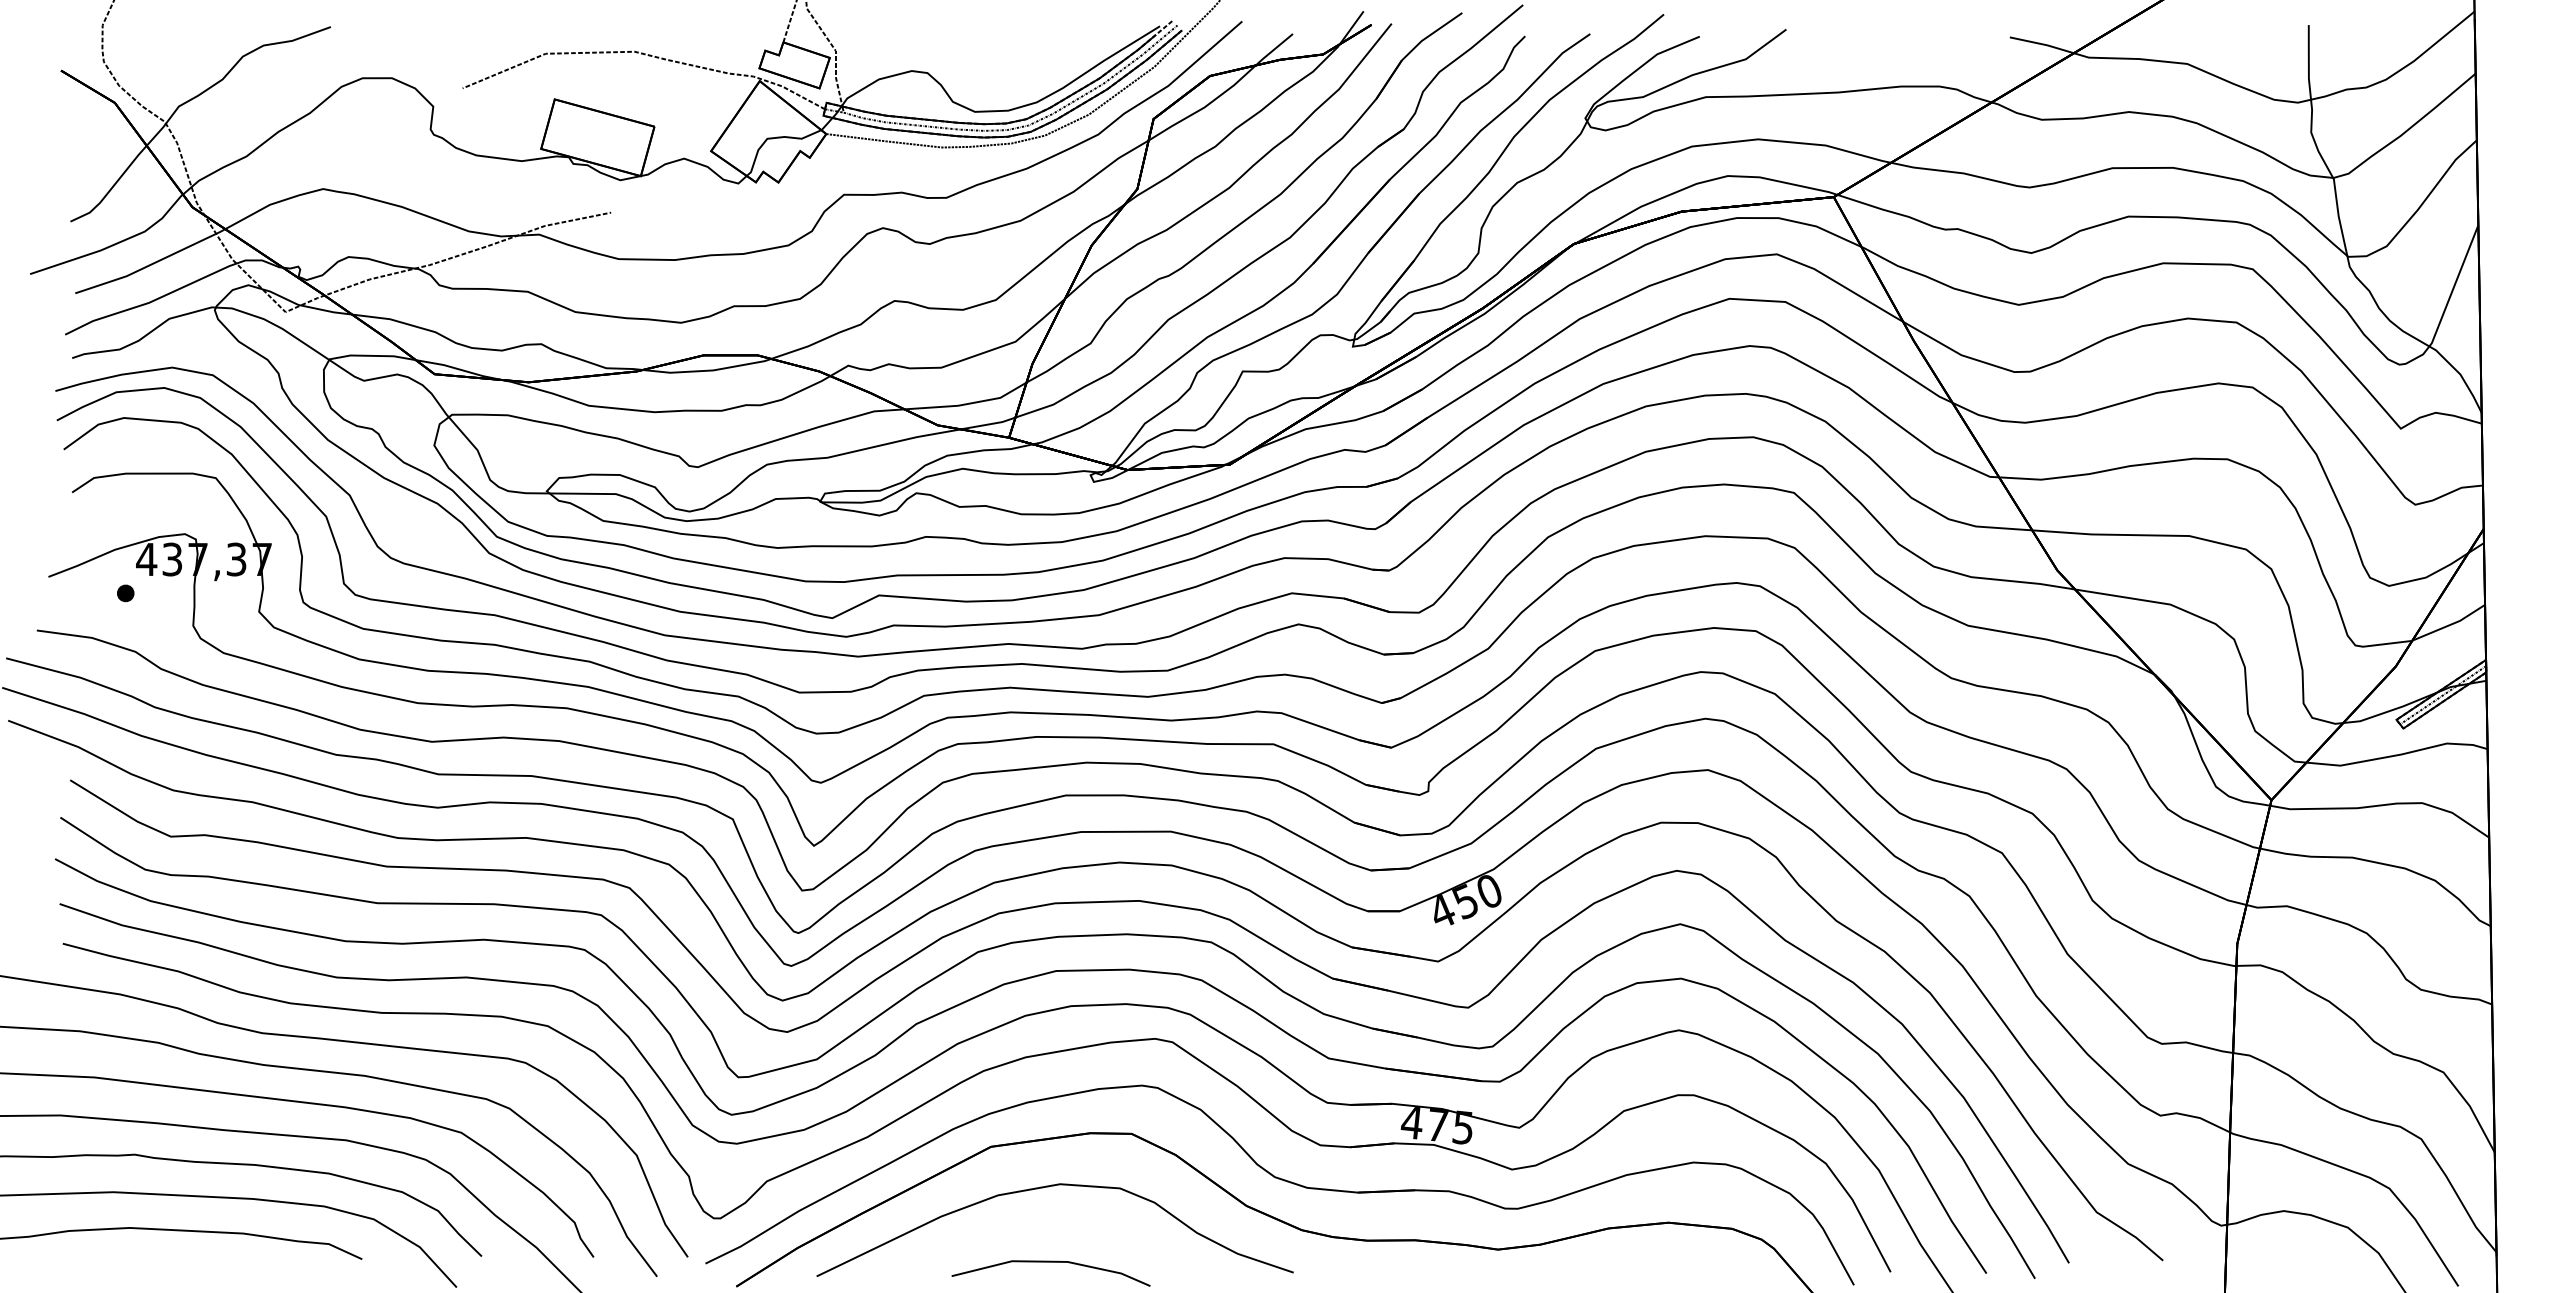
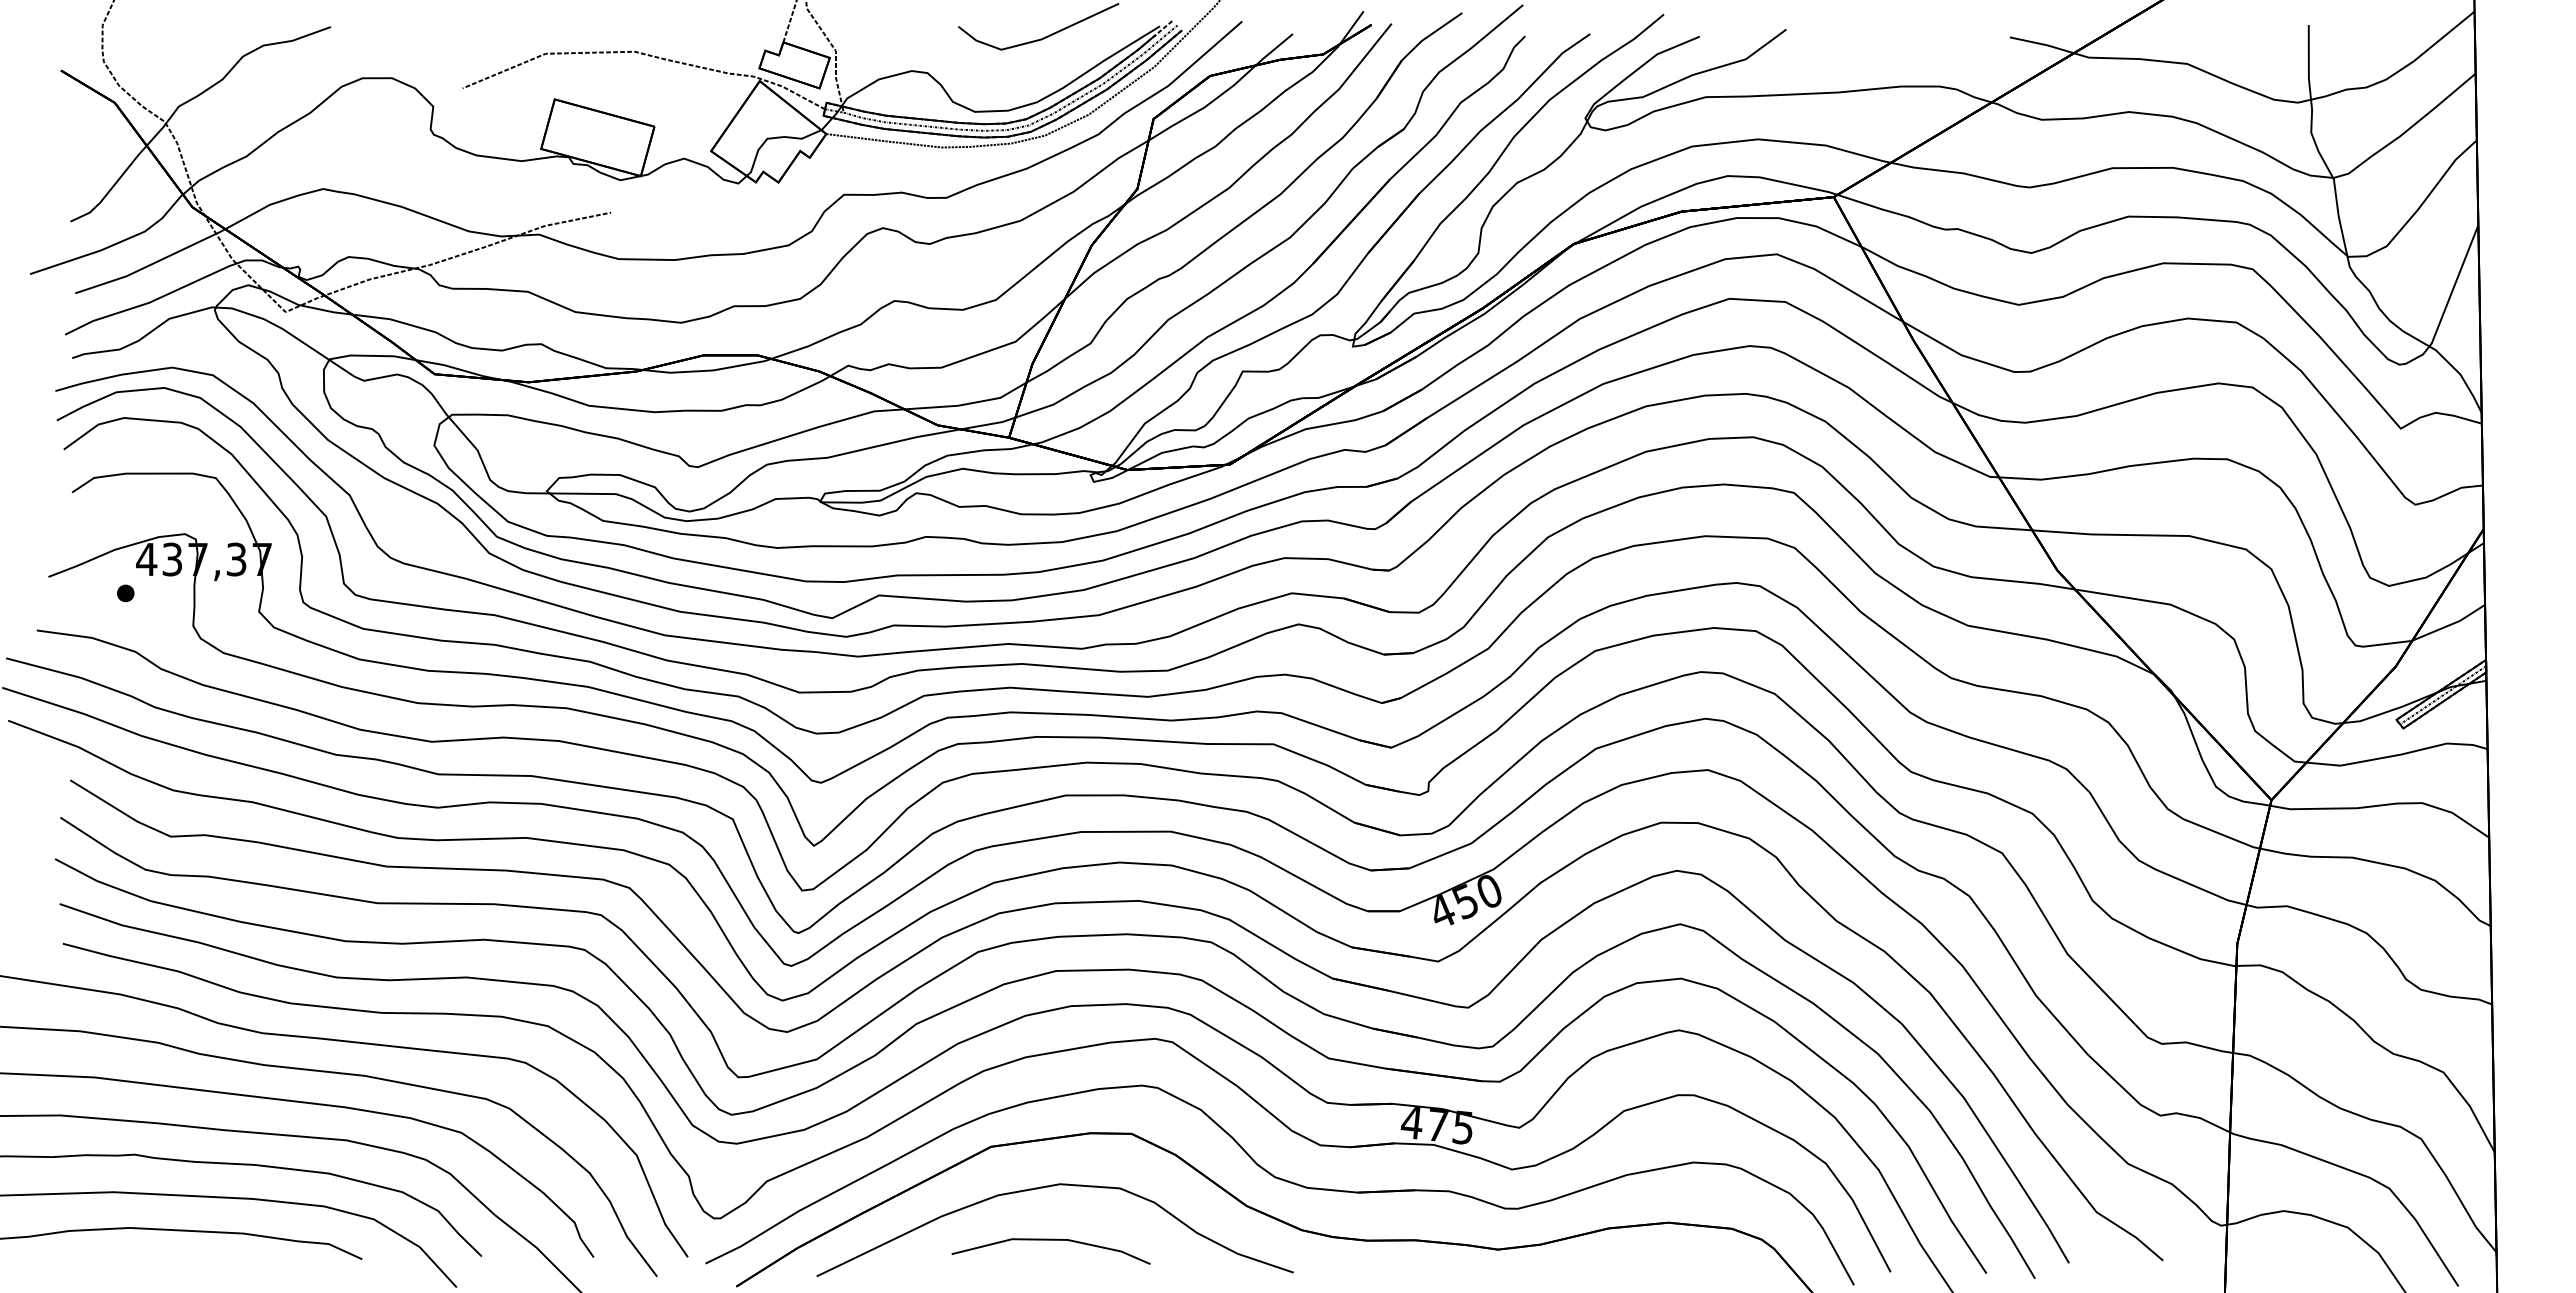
line at (1043, 37): none -> present
line at (1050, 1262) position: (1050, 1262) -> (1050, 1240)
